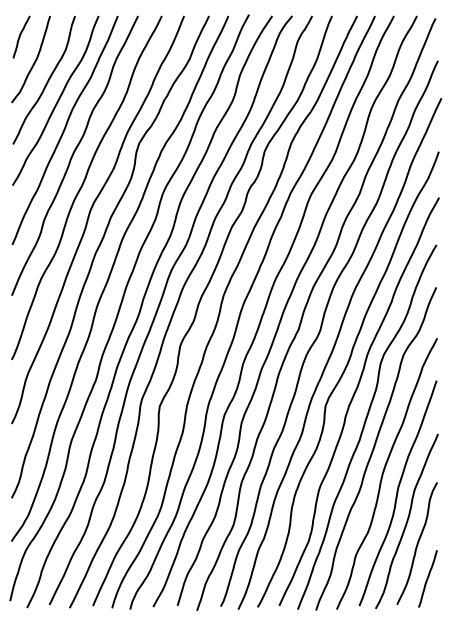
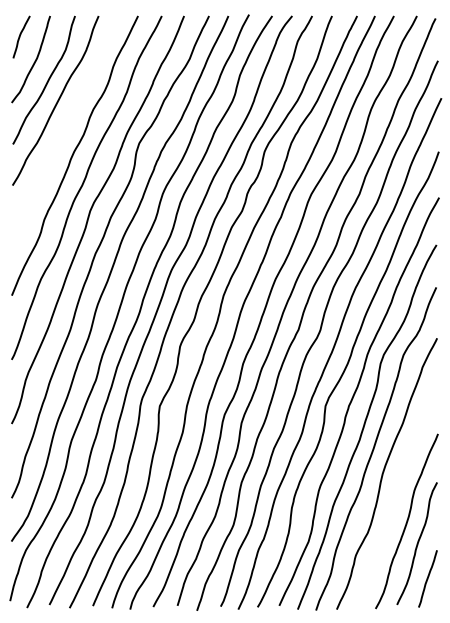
curve at (64, 129): present -> none
curve at (397, 493): present -> none
